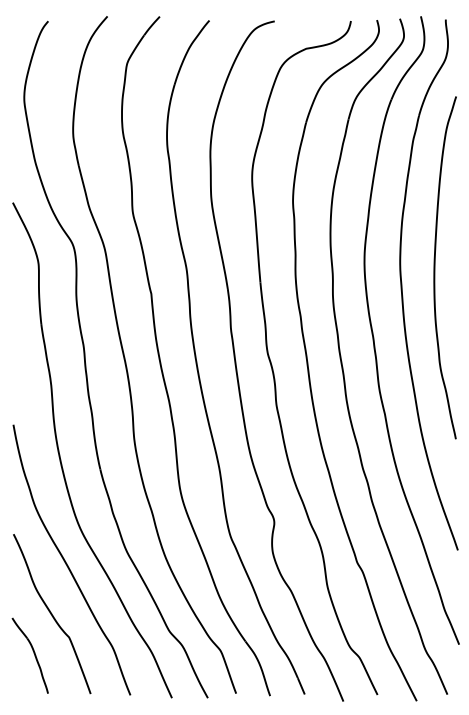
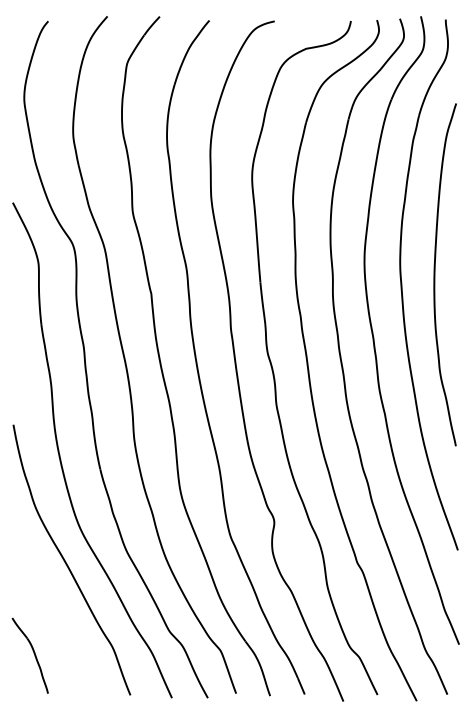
curve at (435, 267) position: (435, 267) -> (435, 274)
curve at (52, 614): present -> none
